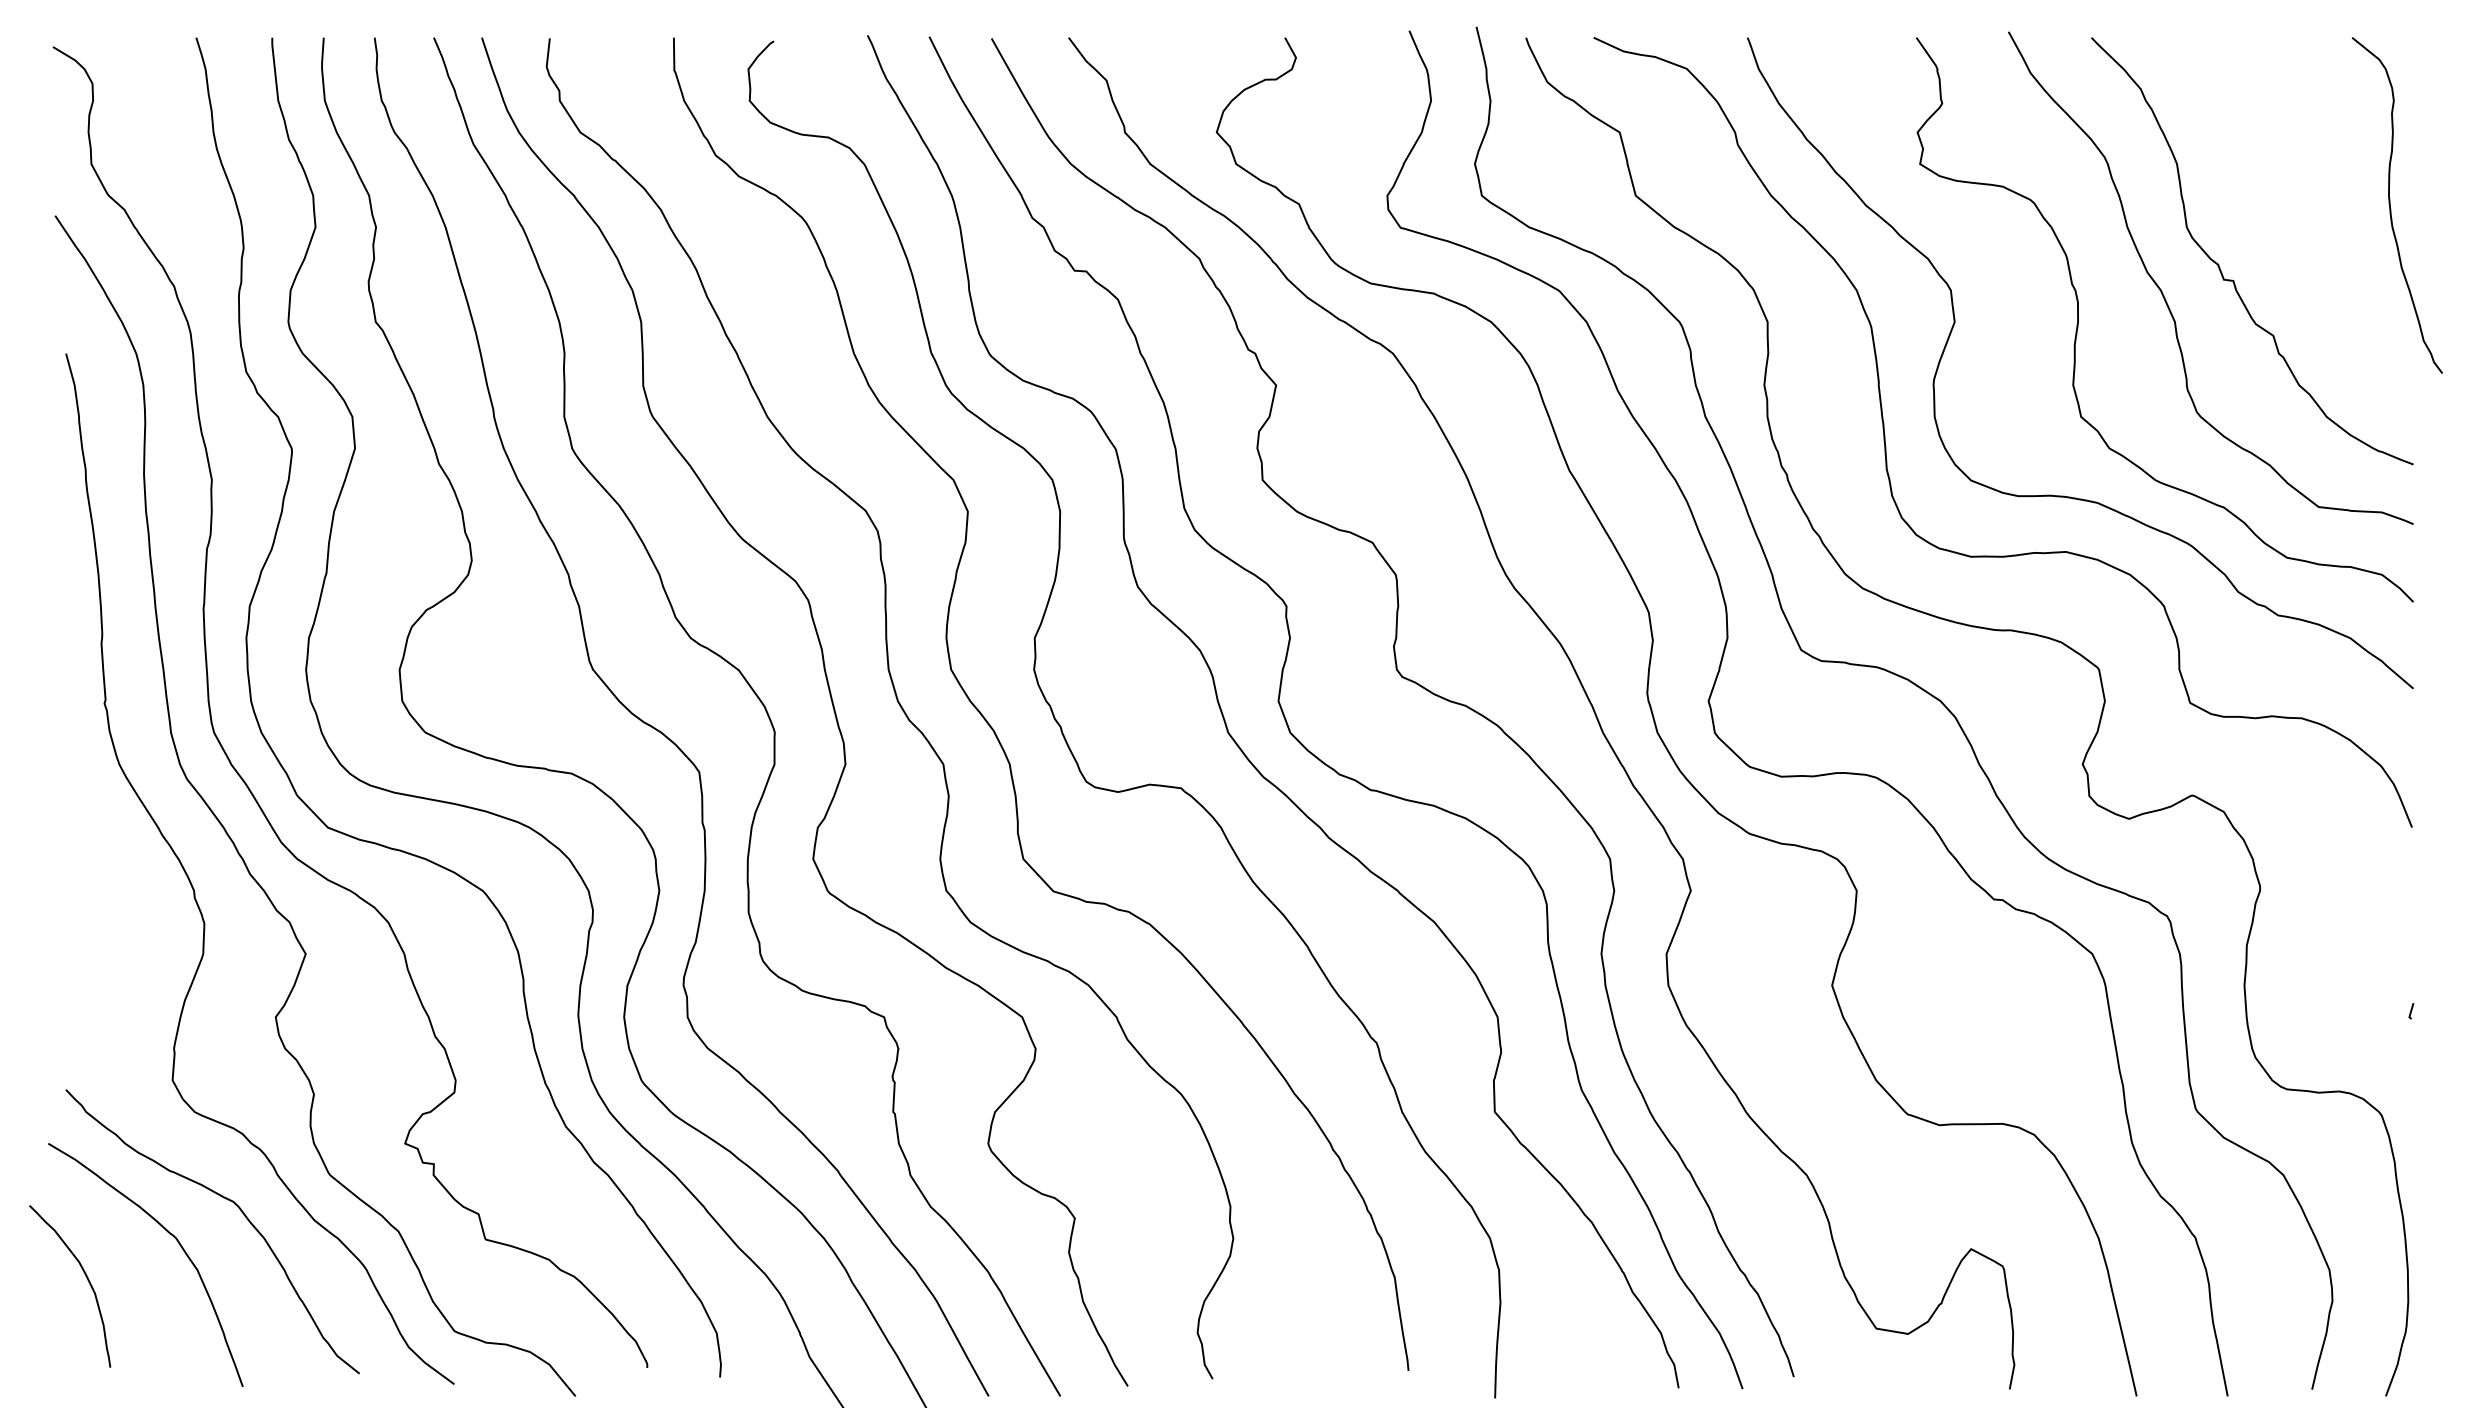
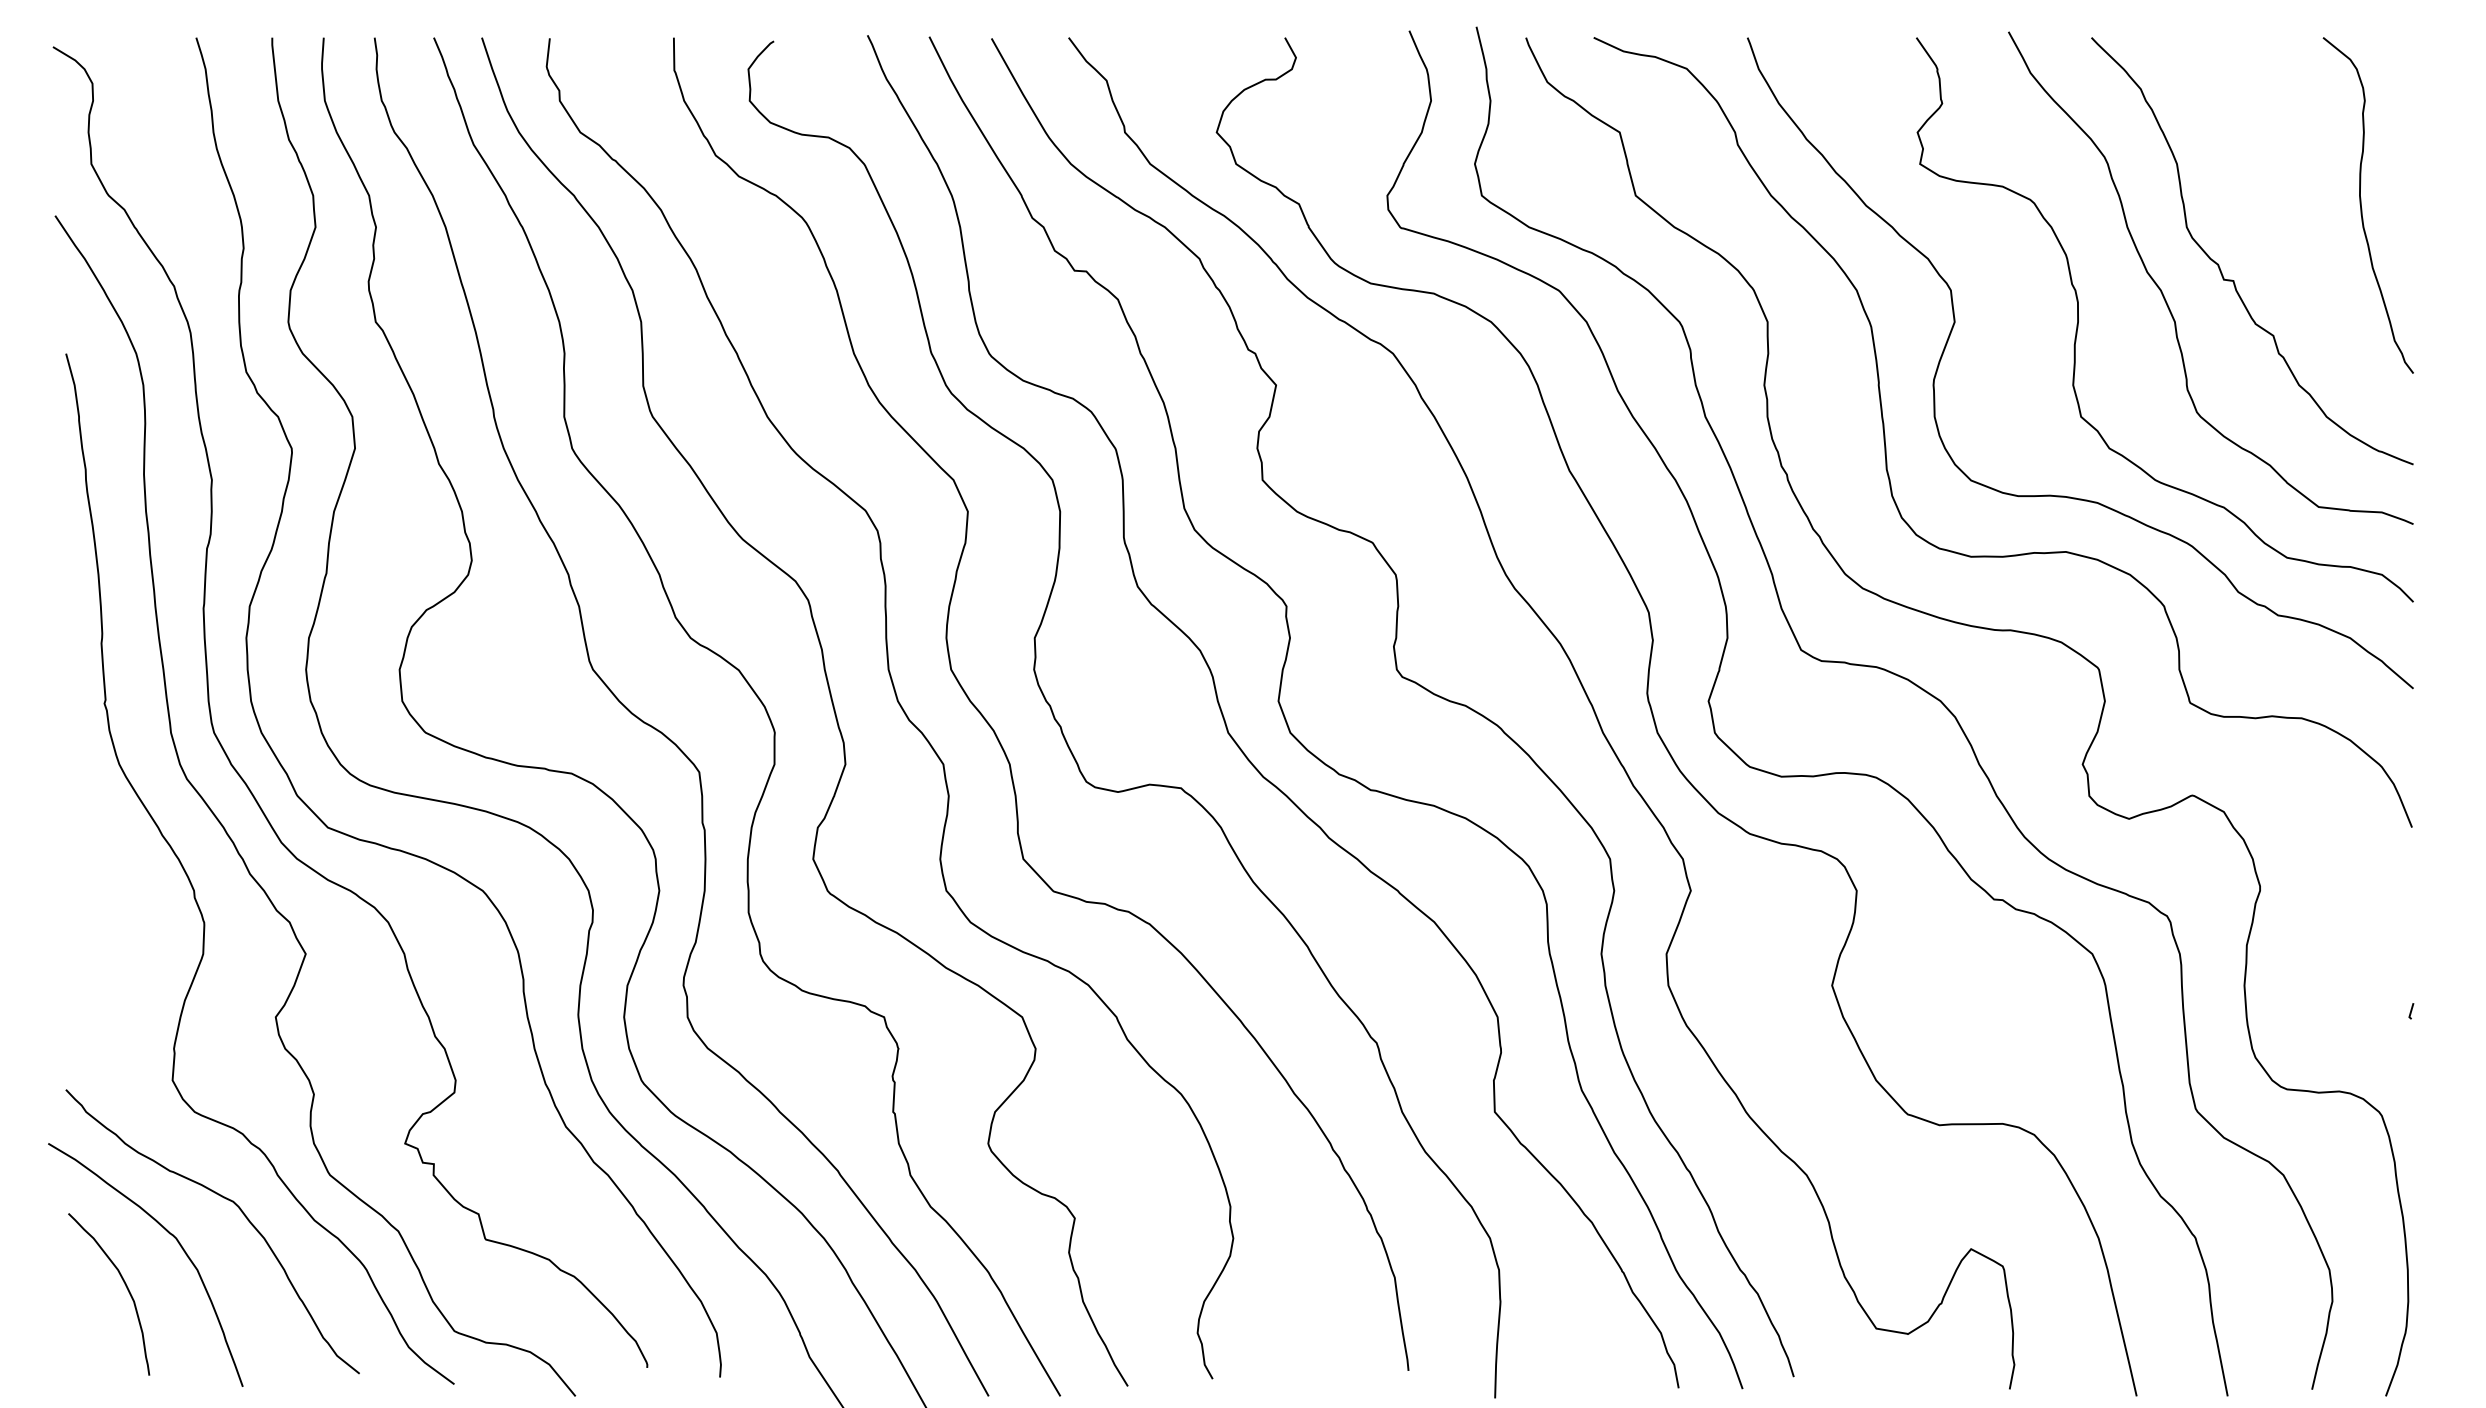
curve at (2391, 208) position: (2391, 208) -> (2362, 208)
curve at (86, 1278) position: (86, 1278) -> (125, 1286)
